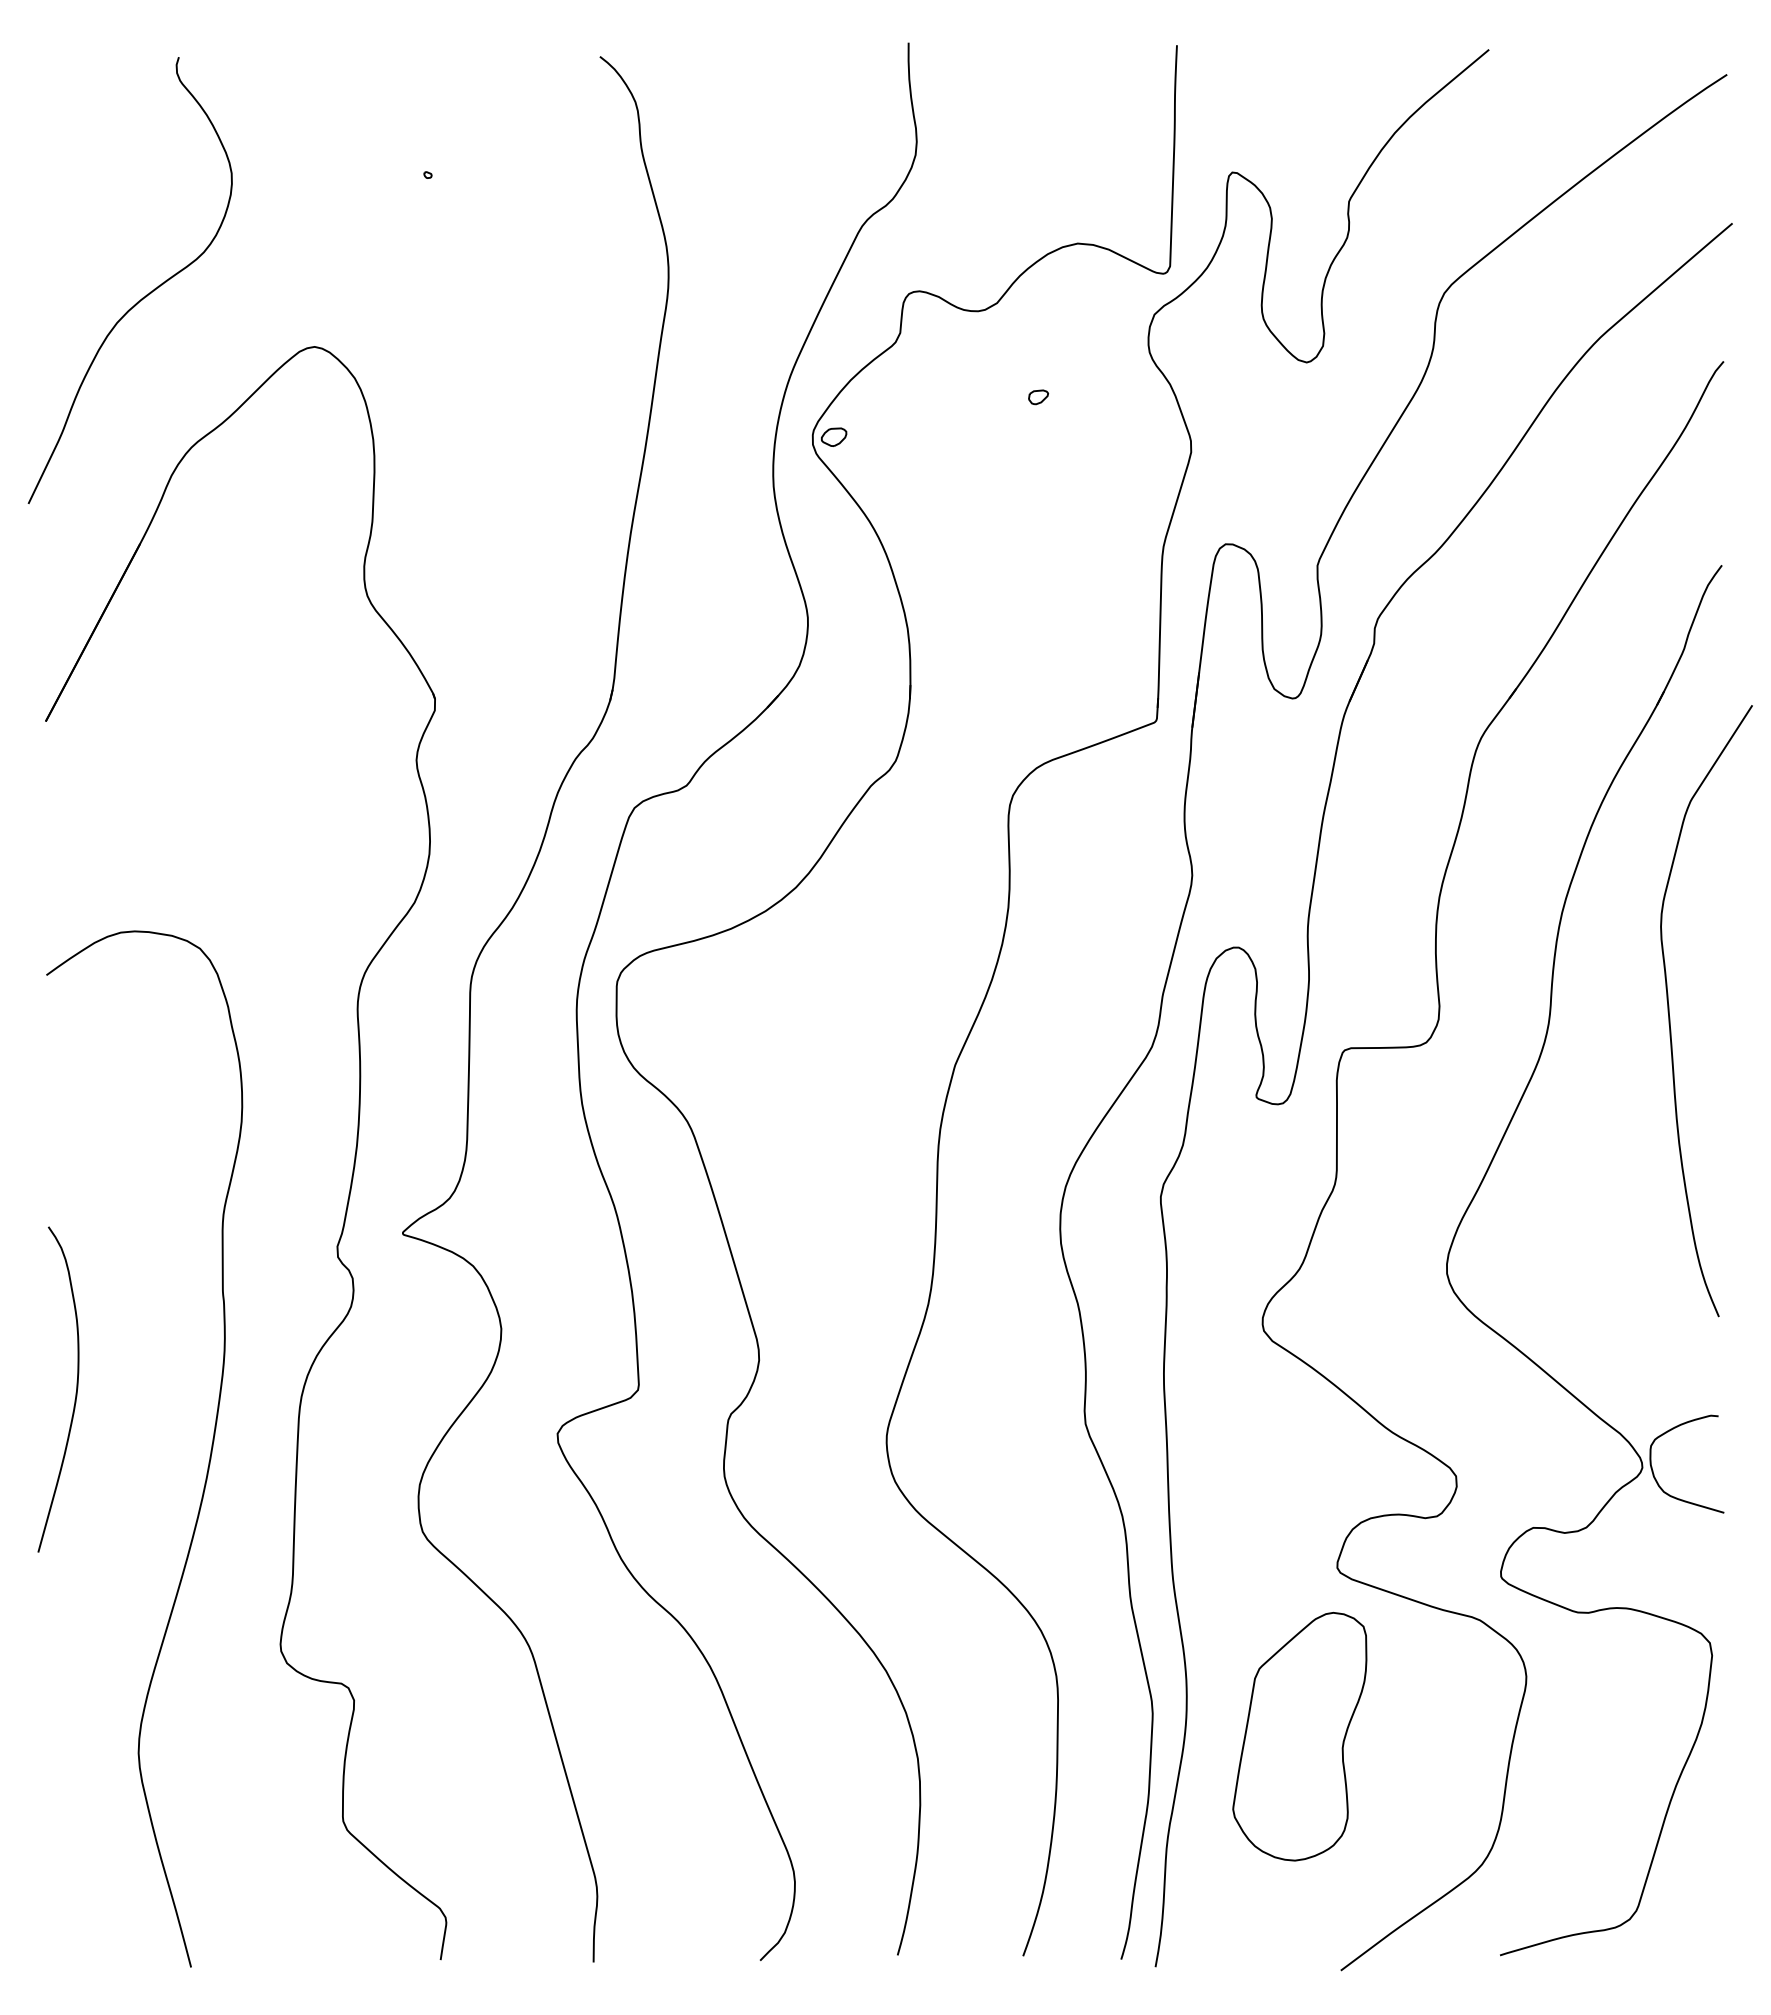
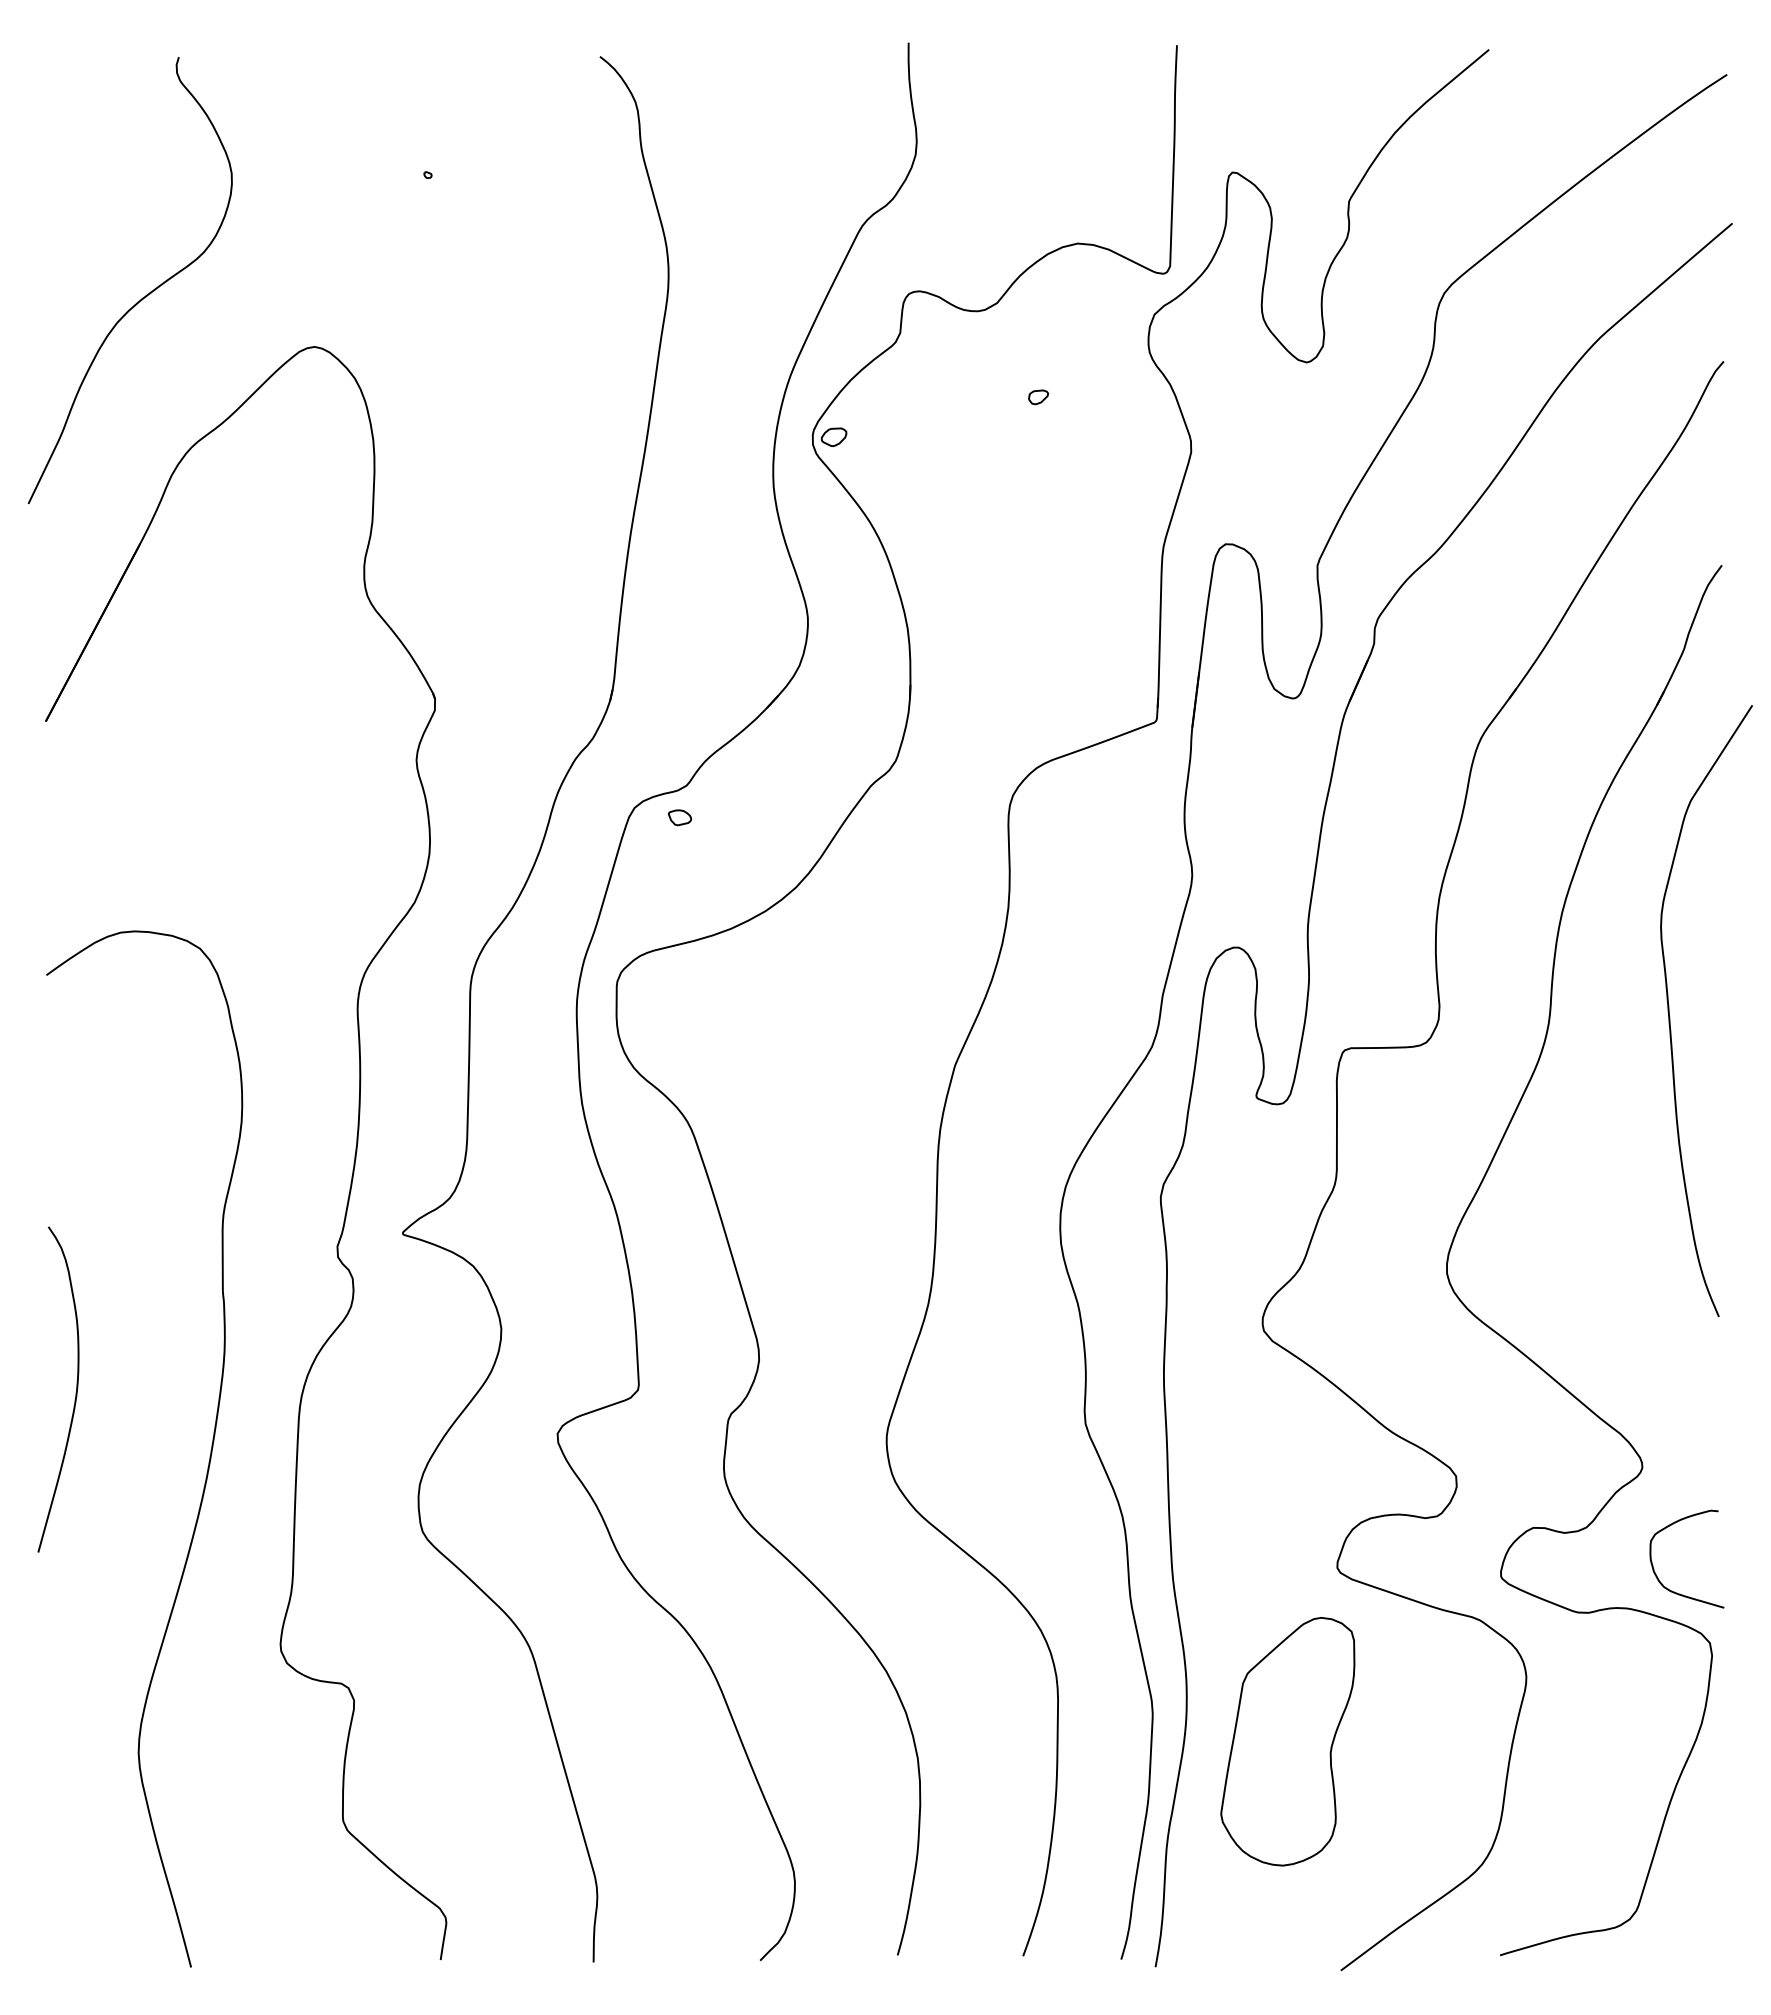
part at (680, 817): none -> present
curve at (1657, 1480) position: (1657, 1480) -> (1657, 1575)
part at (1299, 1736) position: (1299, 1736) -> (1287, 1741)
